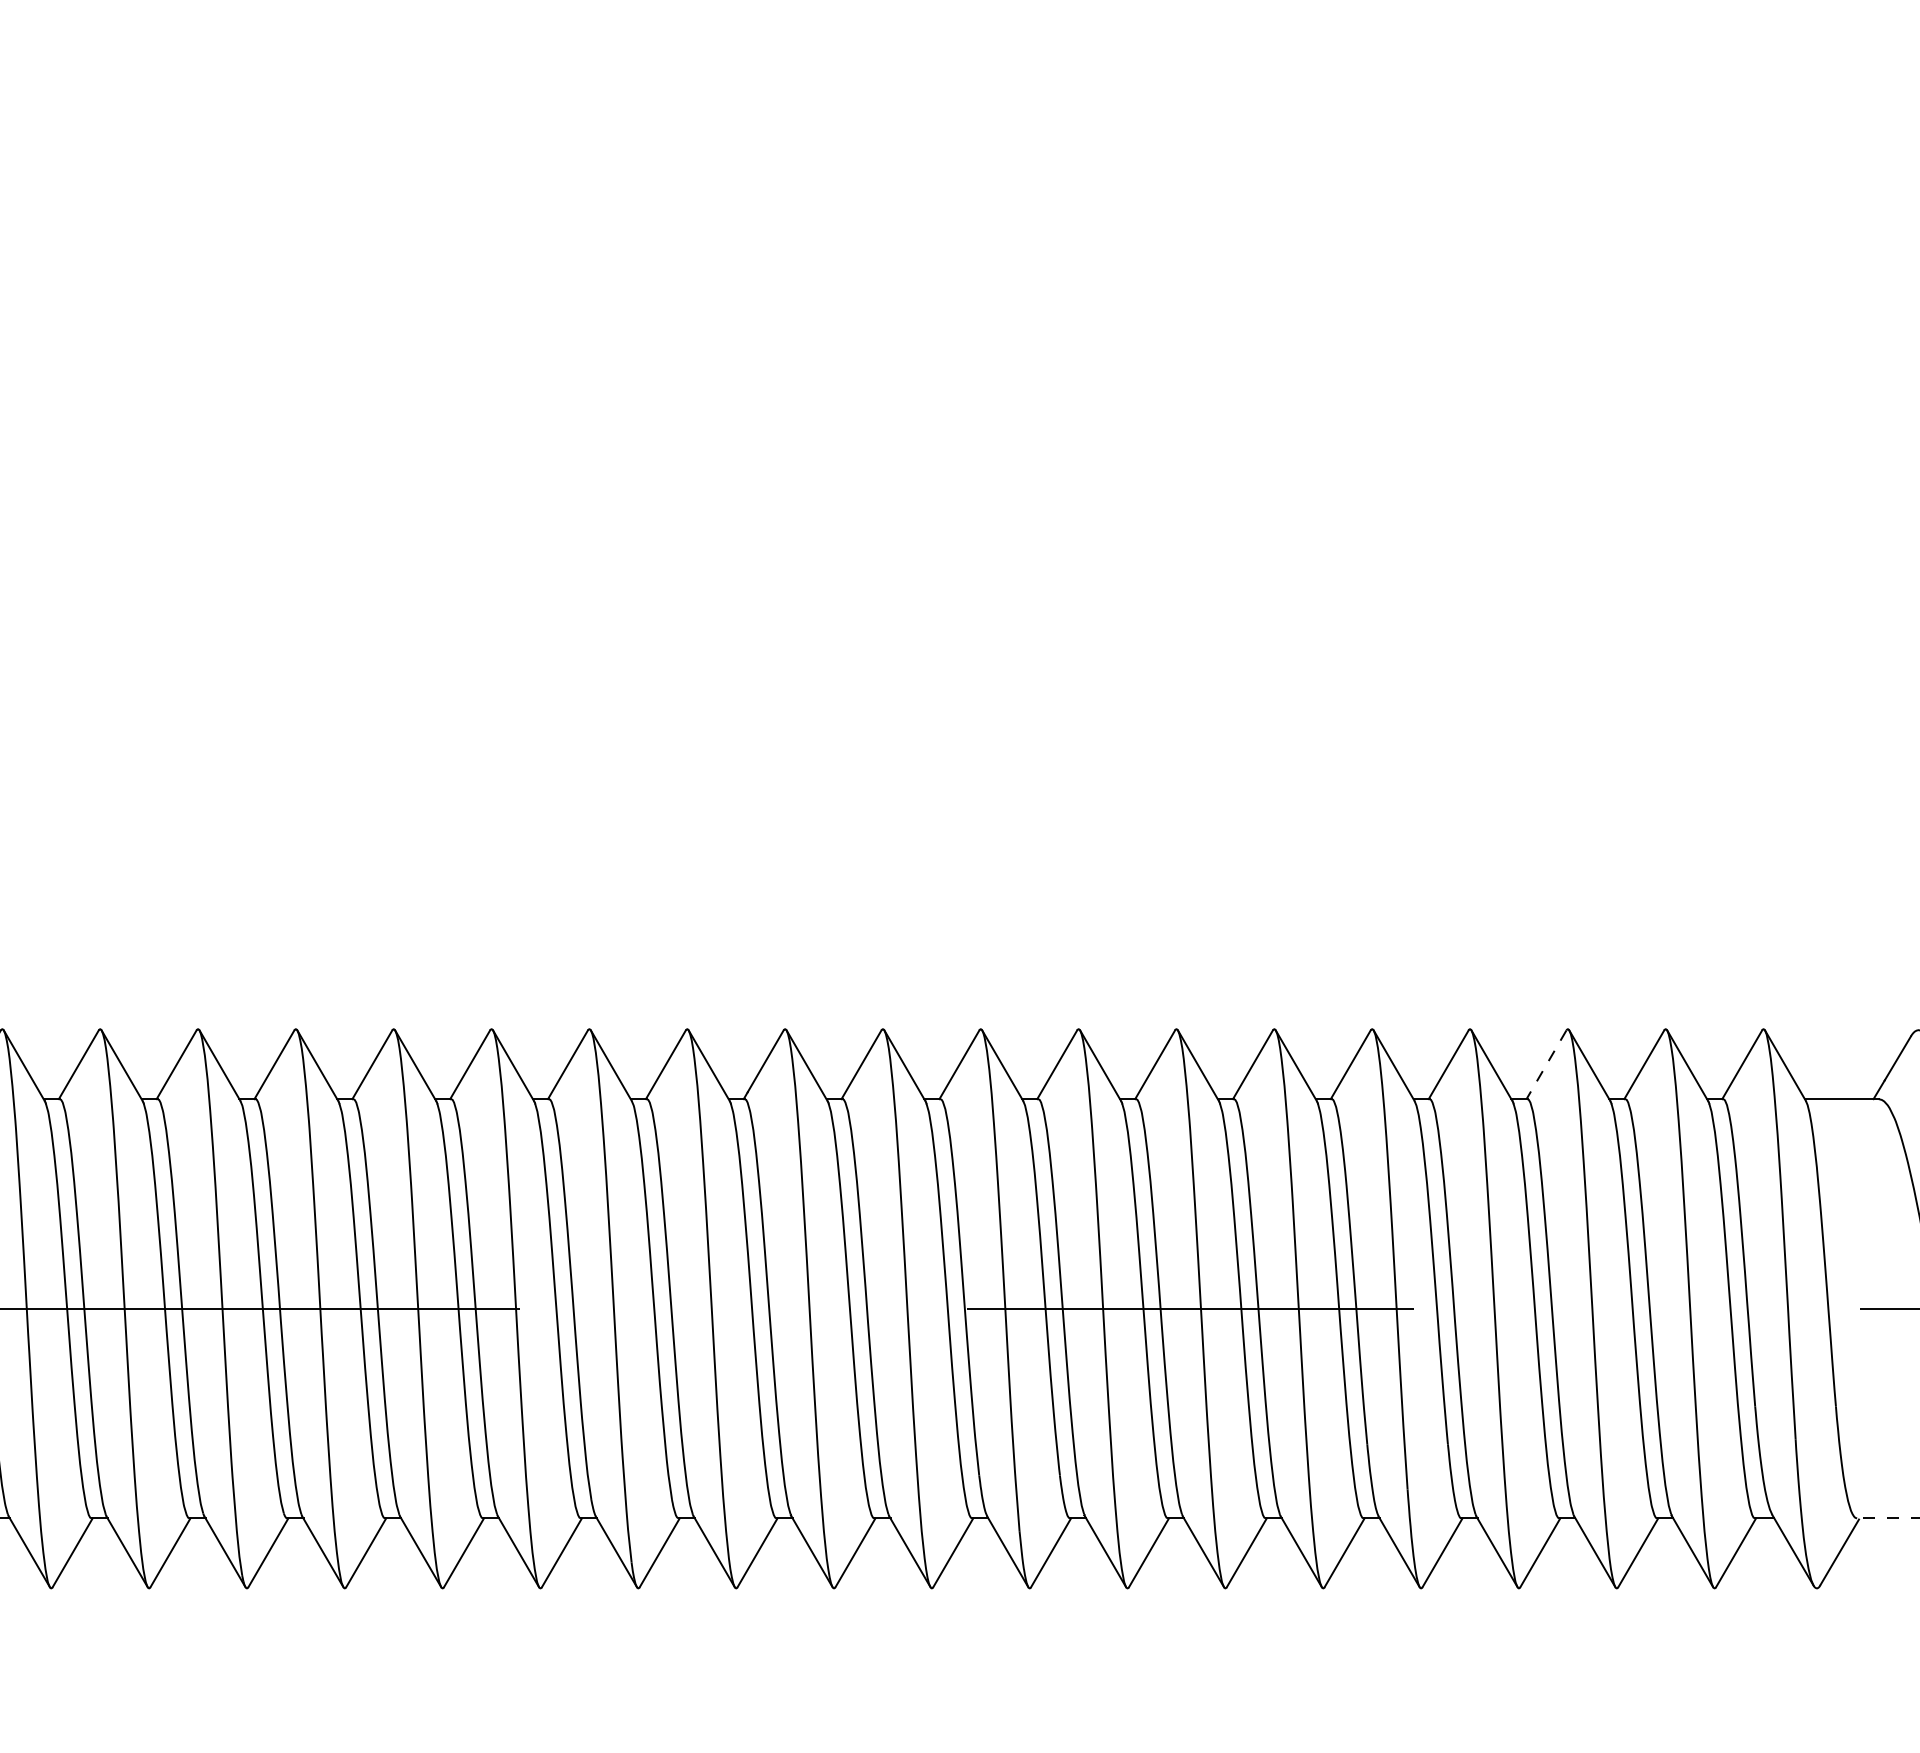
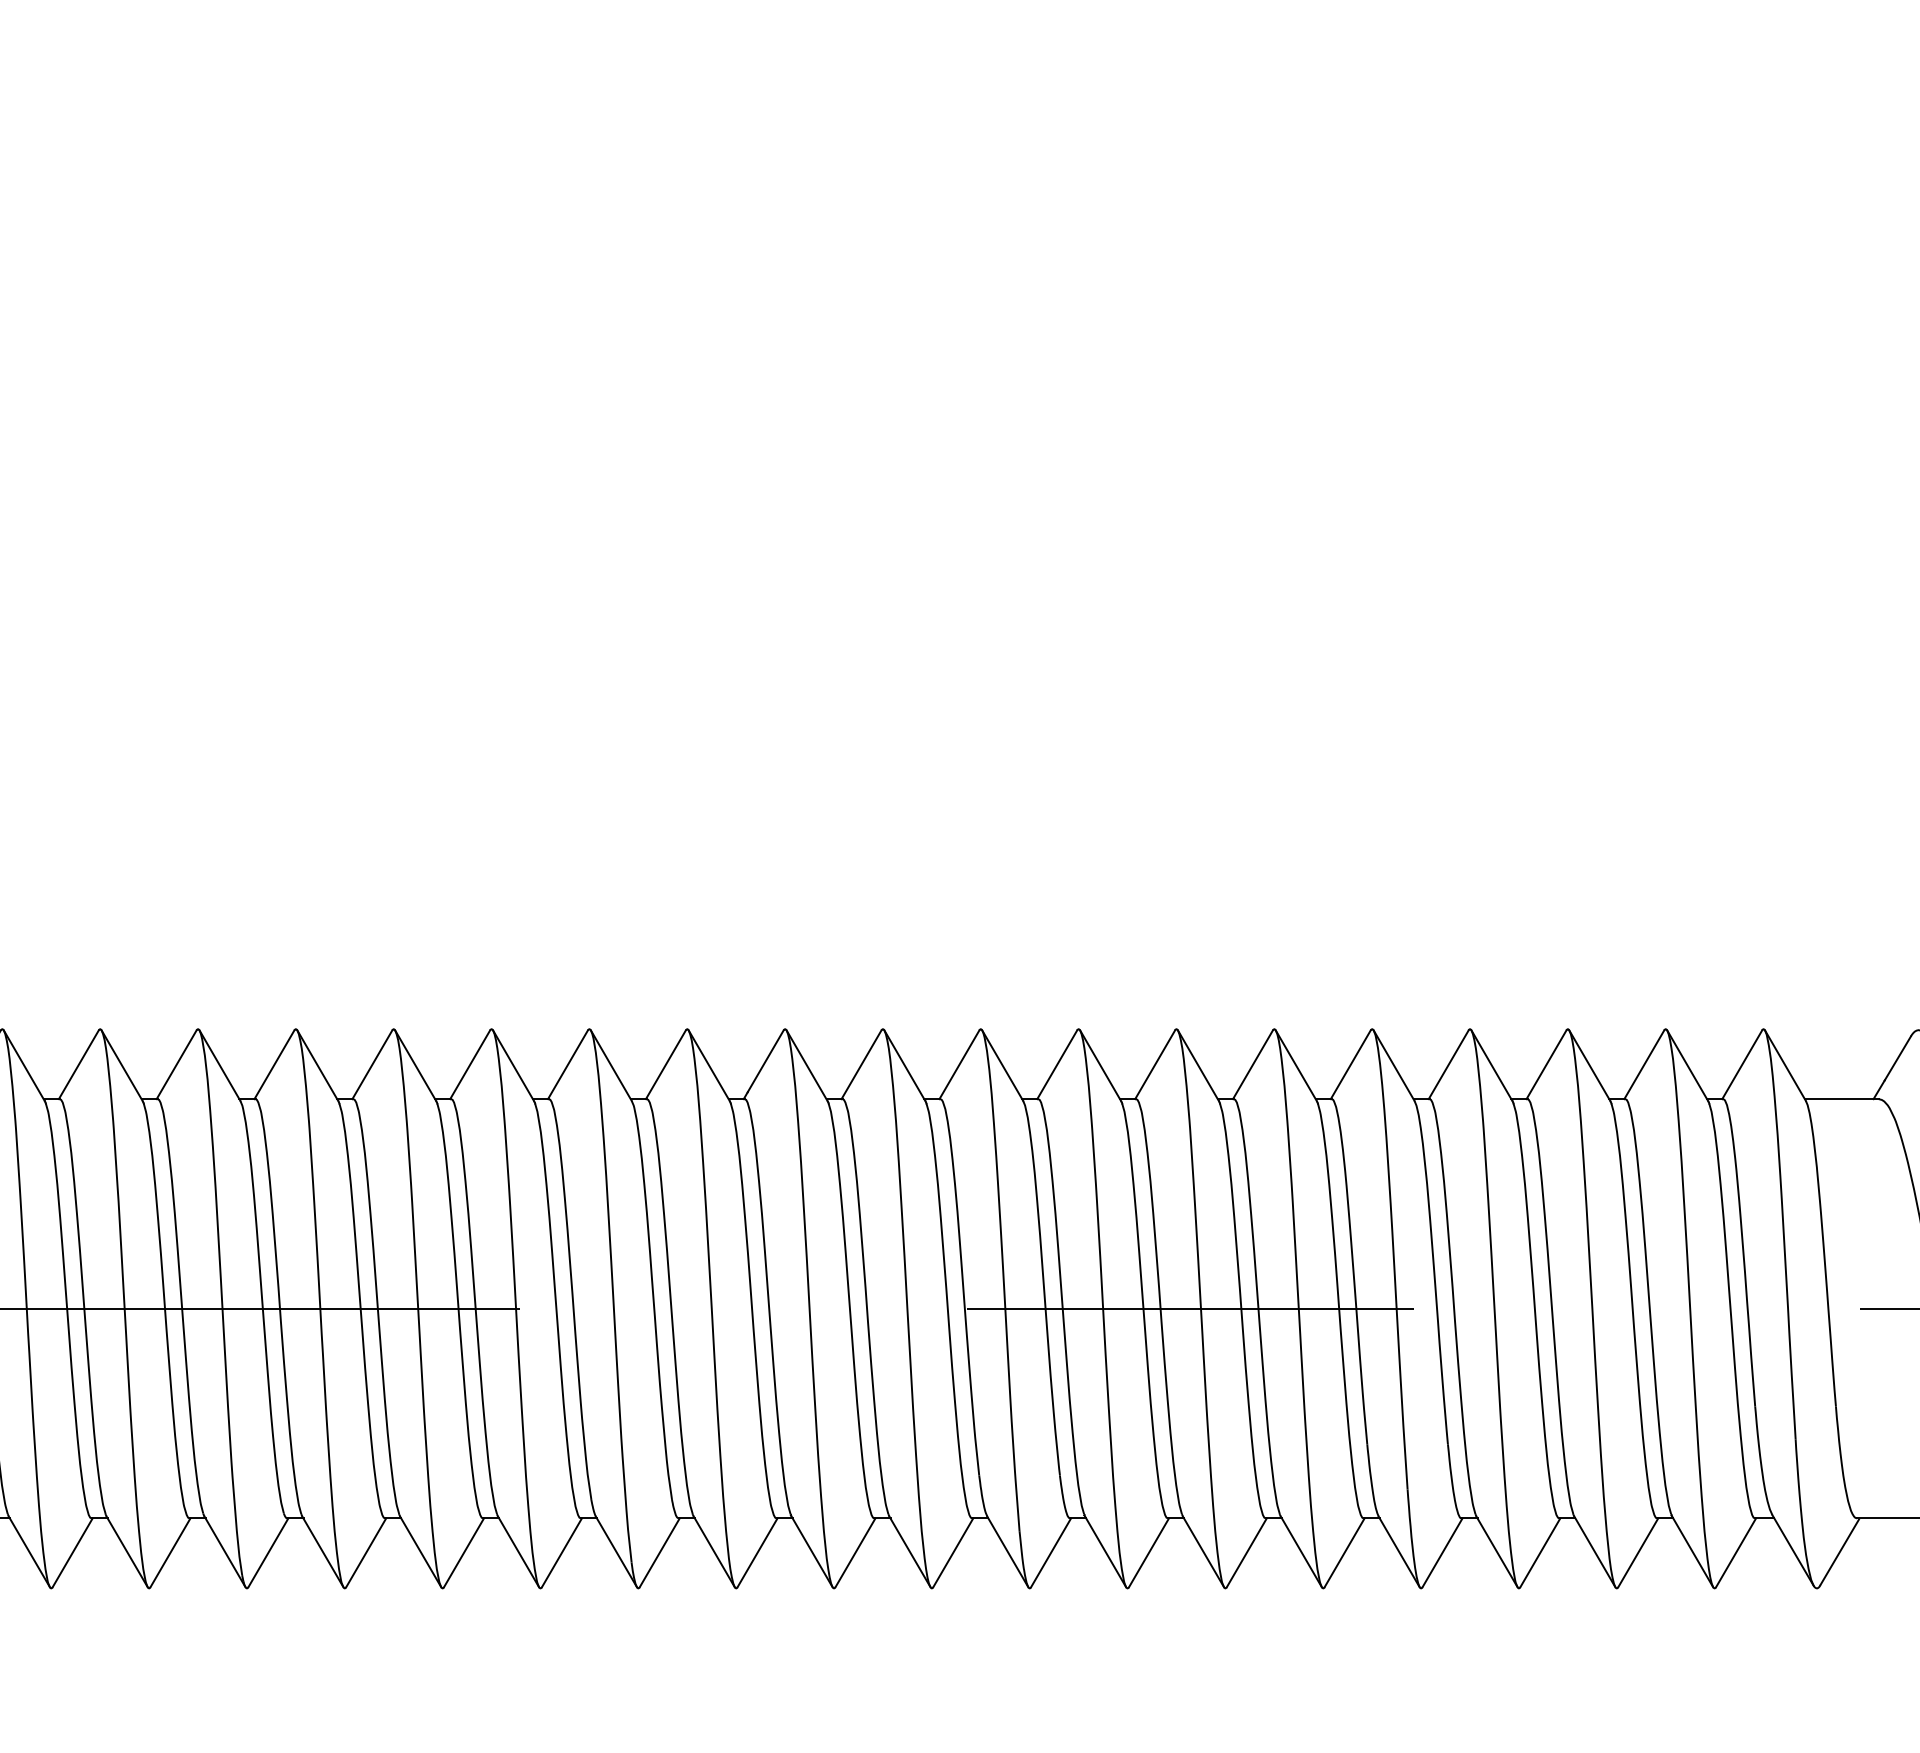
line at (1546, 1064): dashed -> solid
line at (1887, 1518): dashed -> solid
